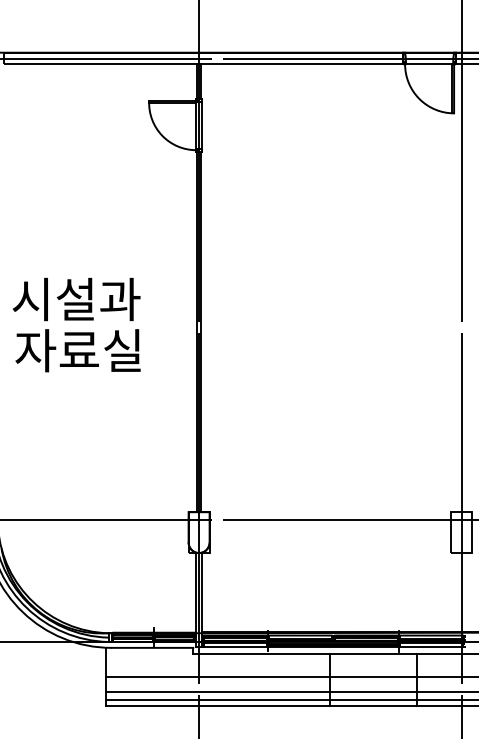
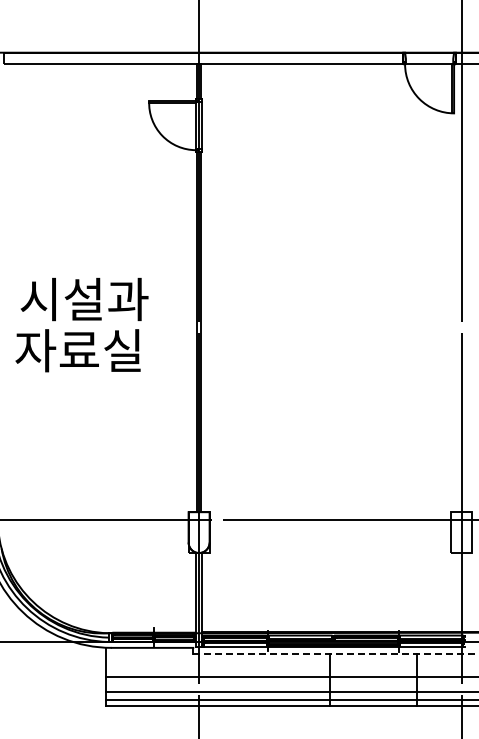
line at (238, 58): present -> none
text at (76, 299) position: (76, 299) -> (84, 299)
line at (336, 653): solid -> dashed
